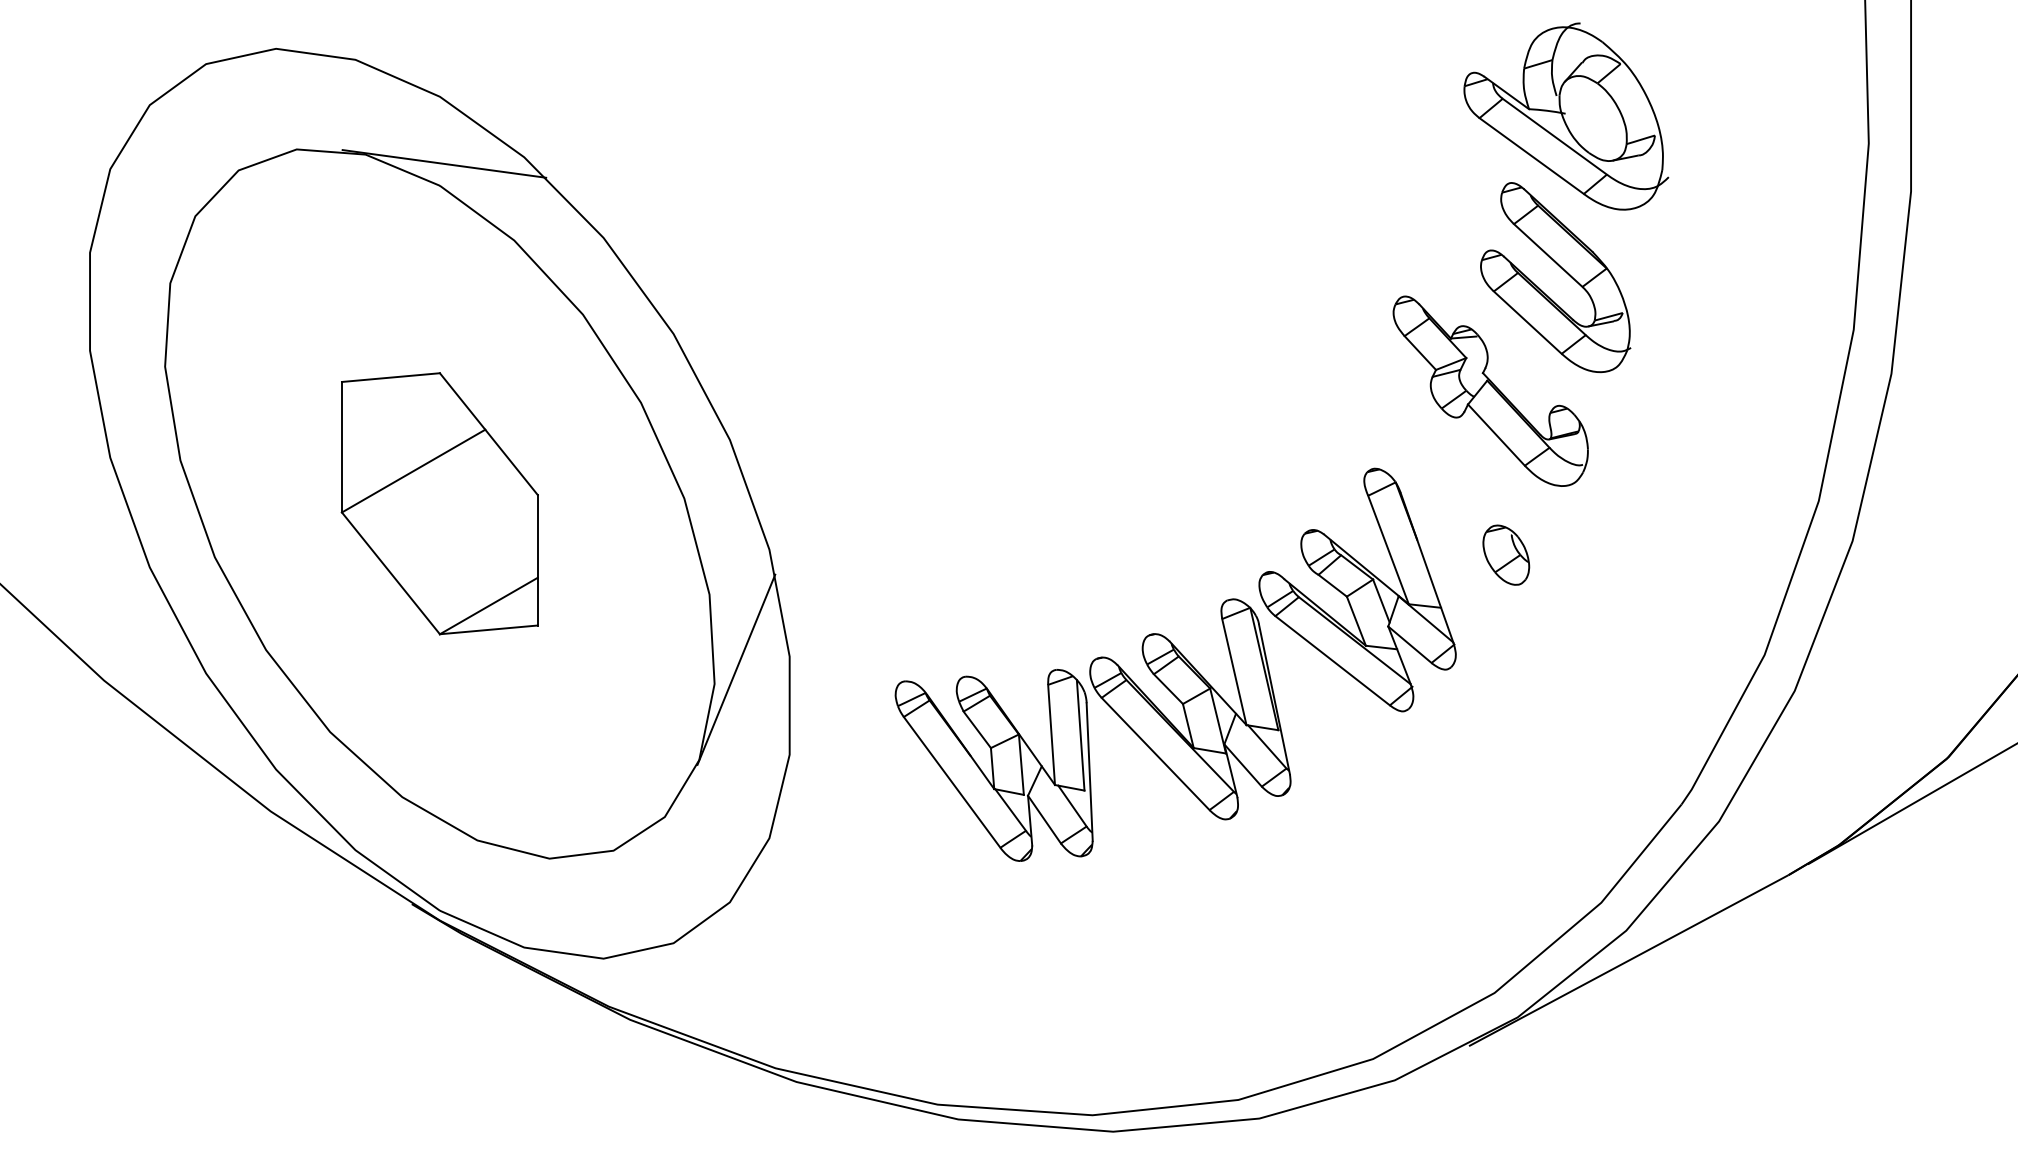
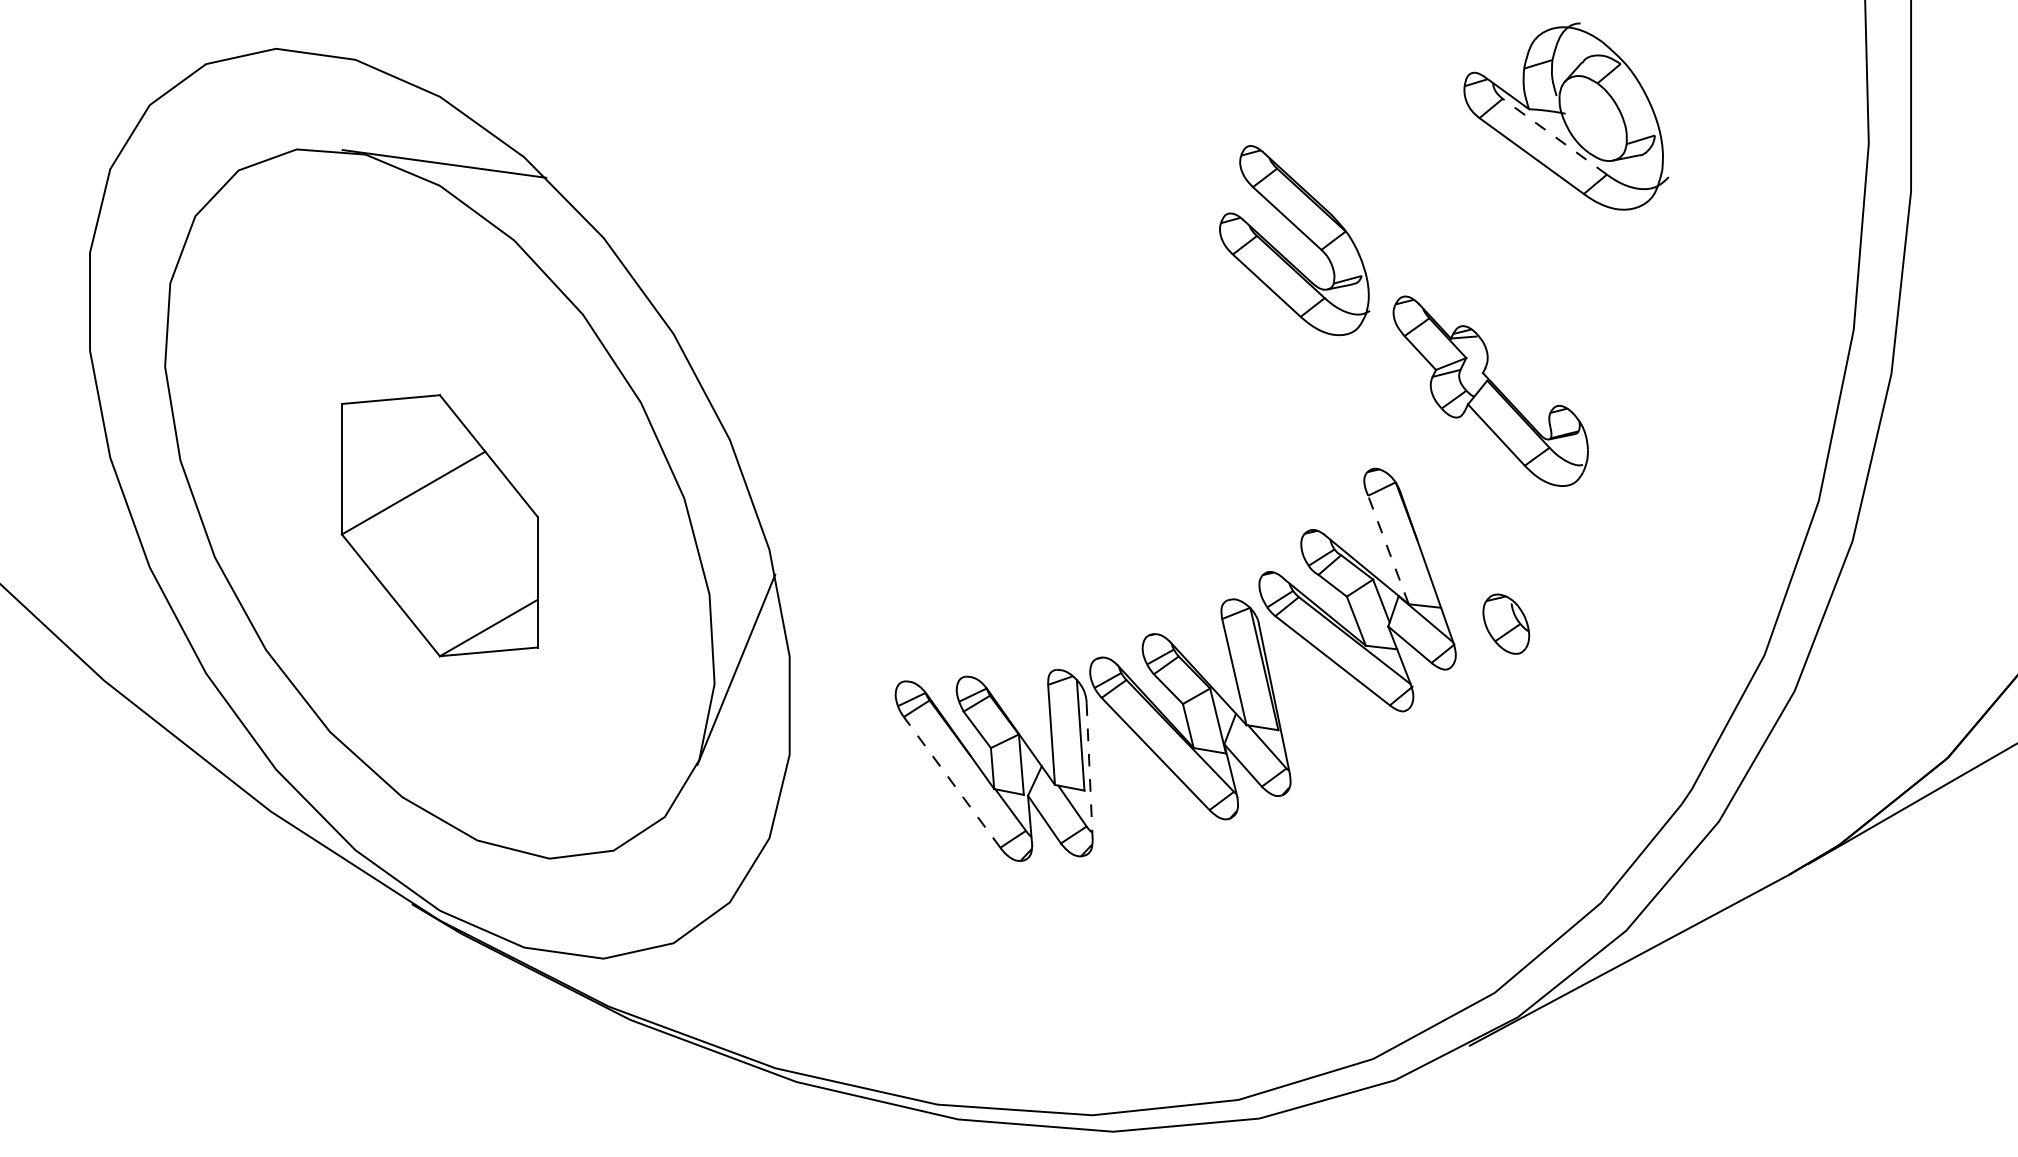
line at (1554, 136): solid -> dashed
part at (1560, 268) position: (1560, 268) -> (1299, 231)
part at (439, 503) position: (439, 503) -> (439, 525)
line at (1388, 550): solid -> dashed
part at (1506, 554) position: (1506, 554) -> (1506, 623)
line at (1089, 772): solid -> dashed
line at (951, 782): solid -> dashed
